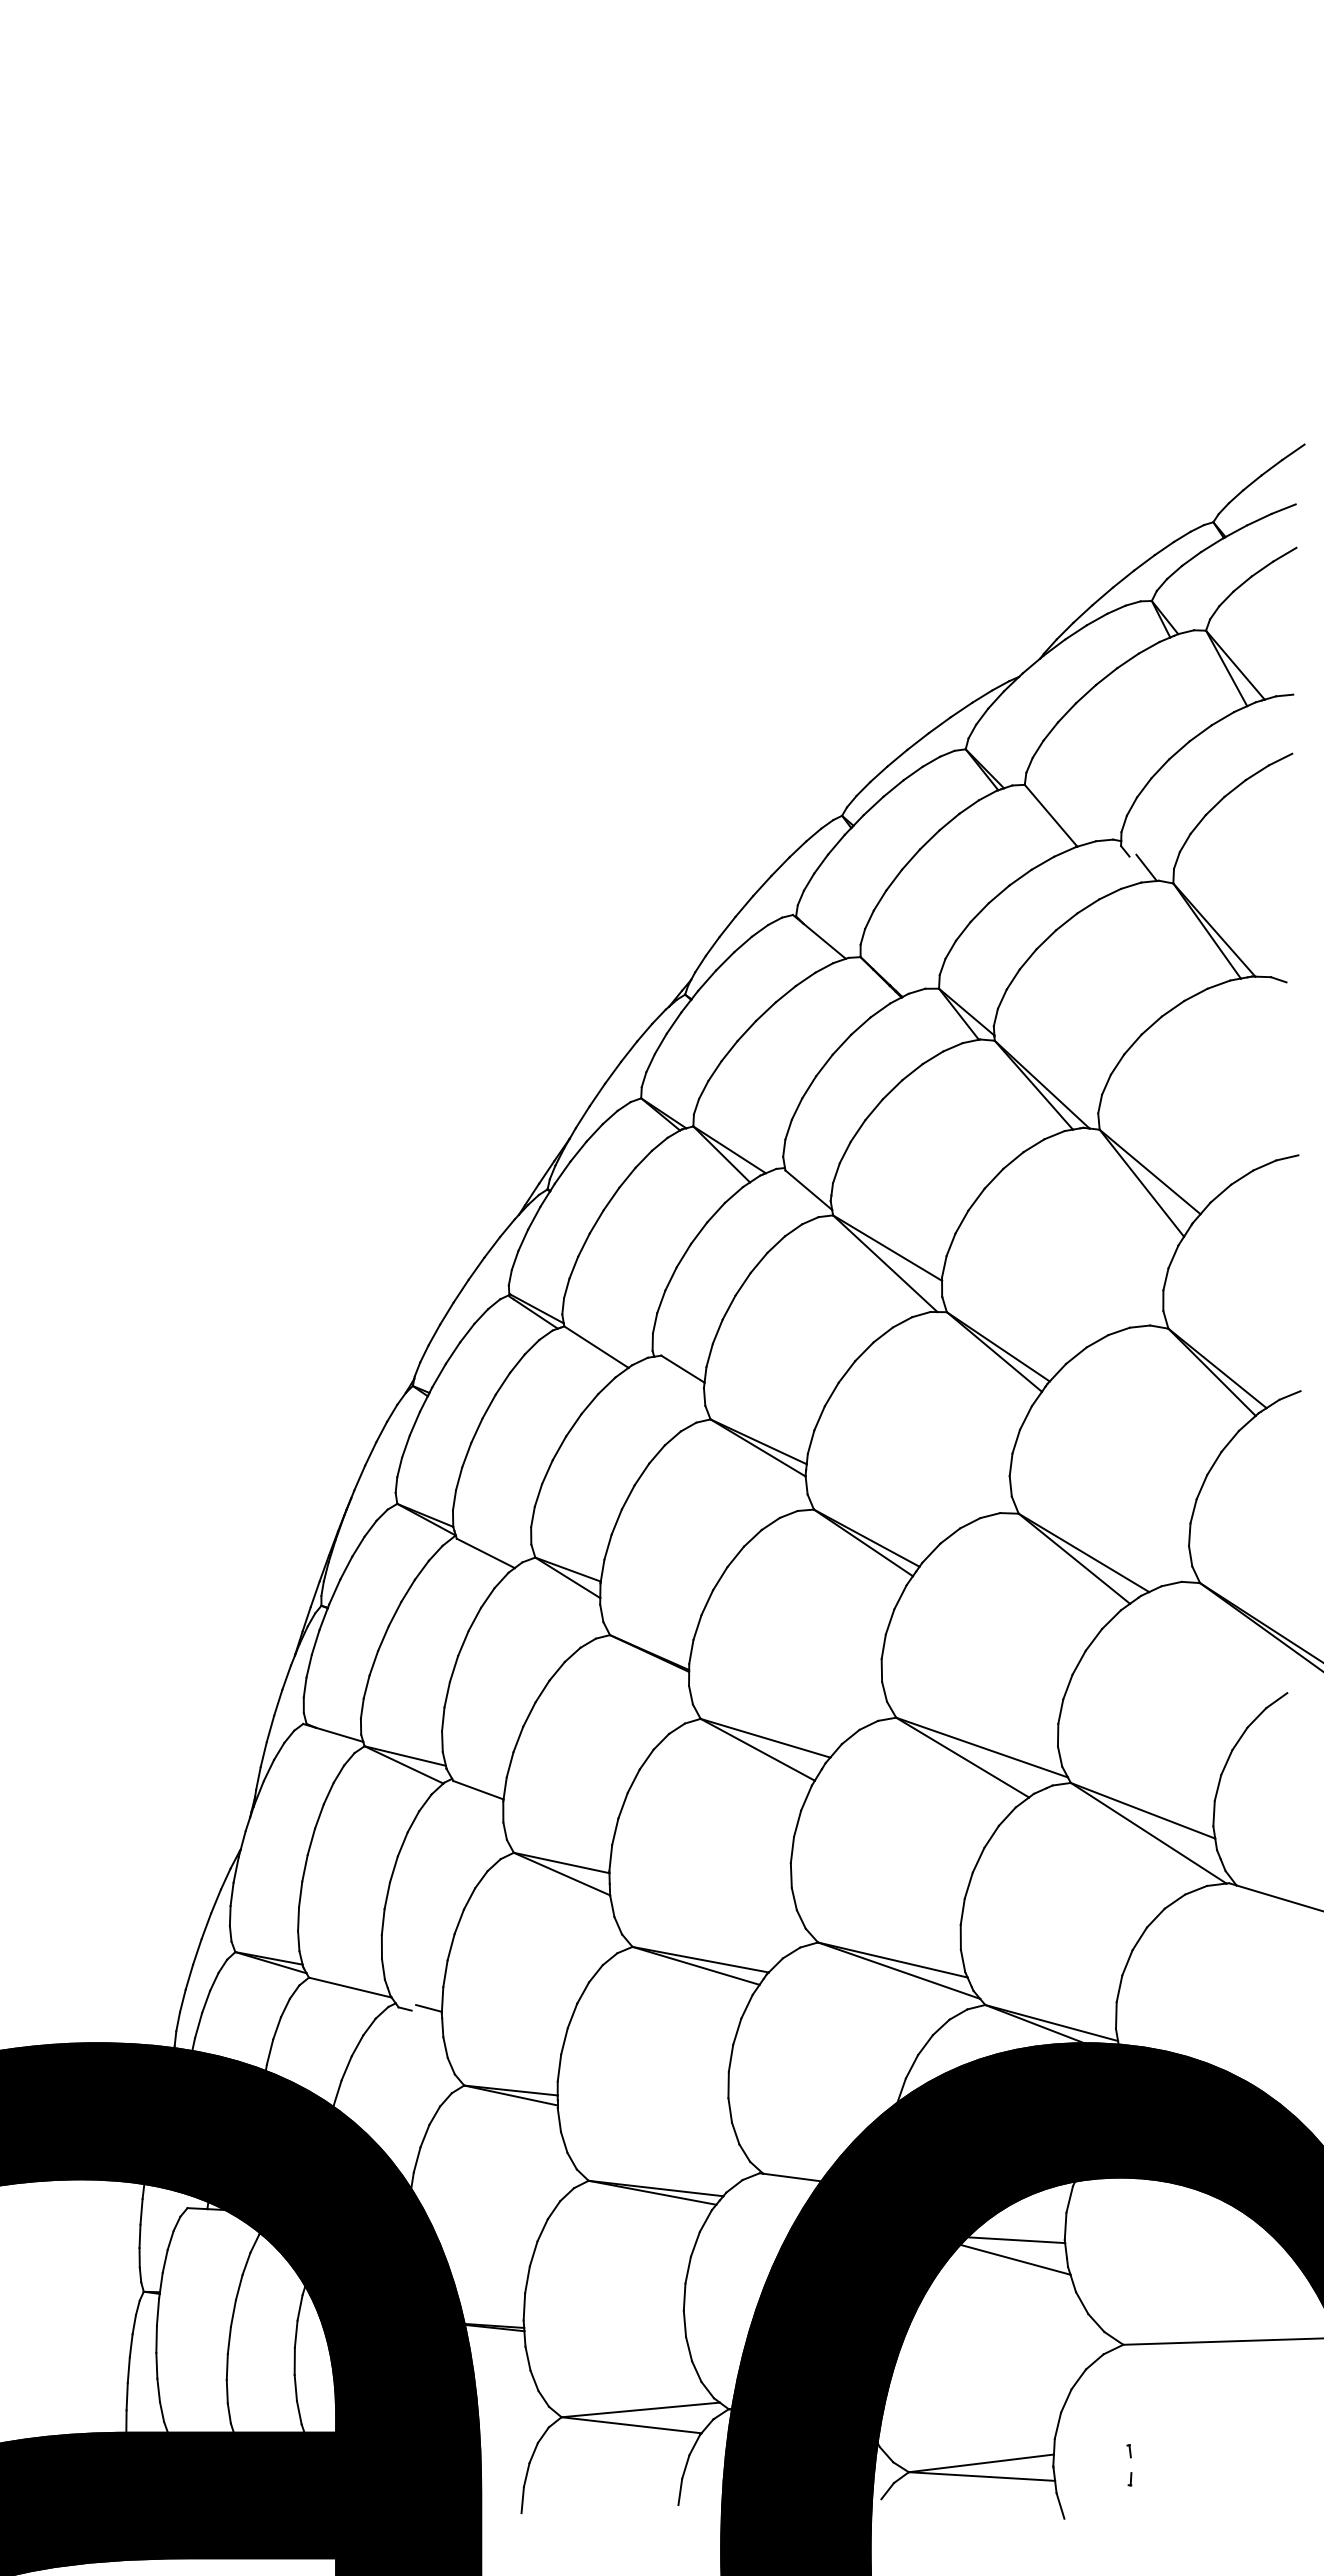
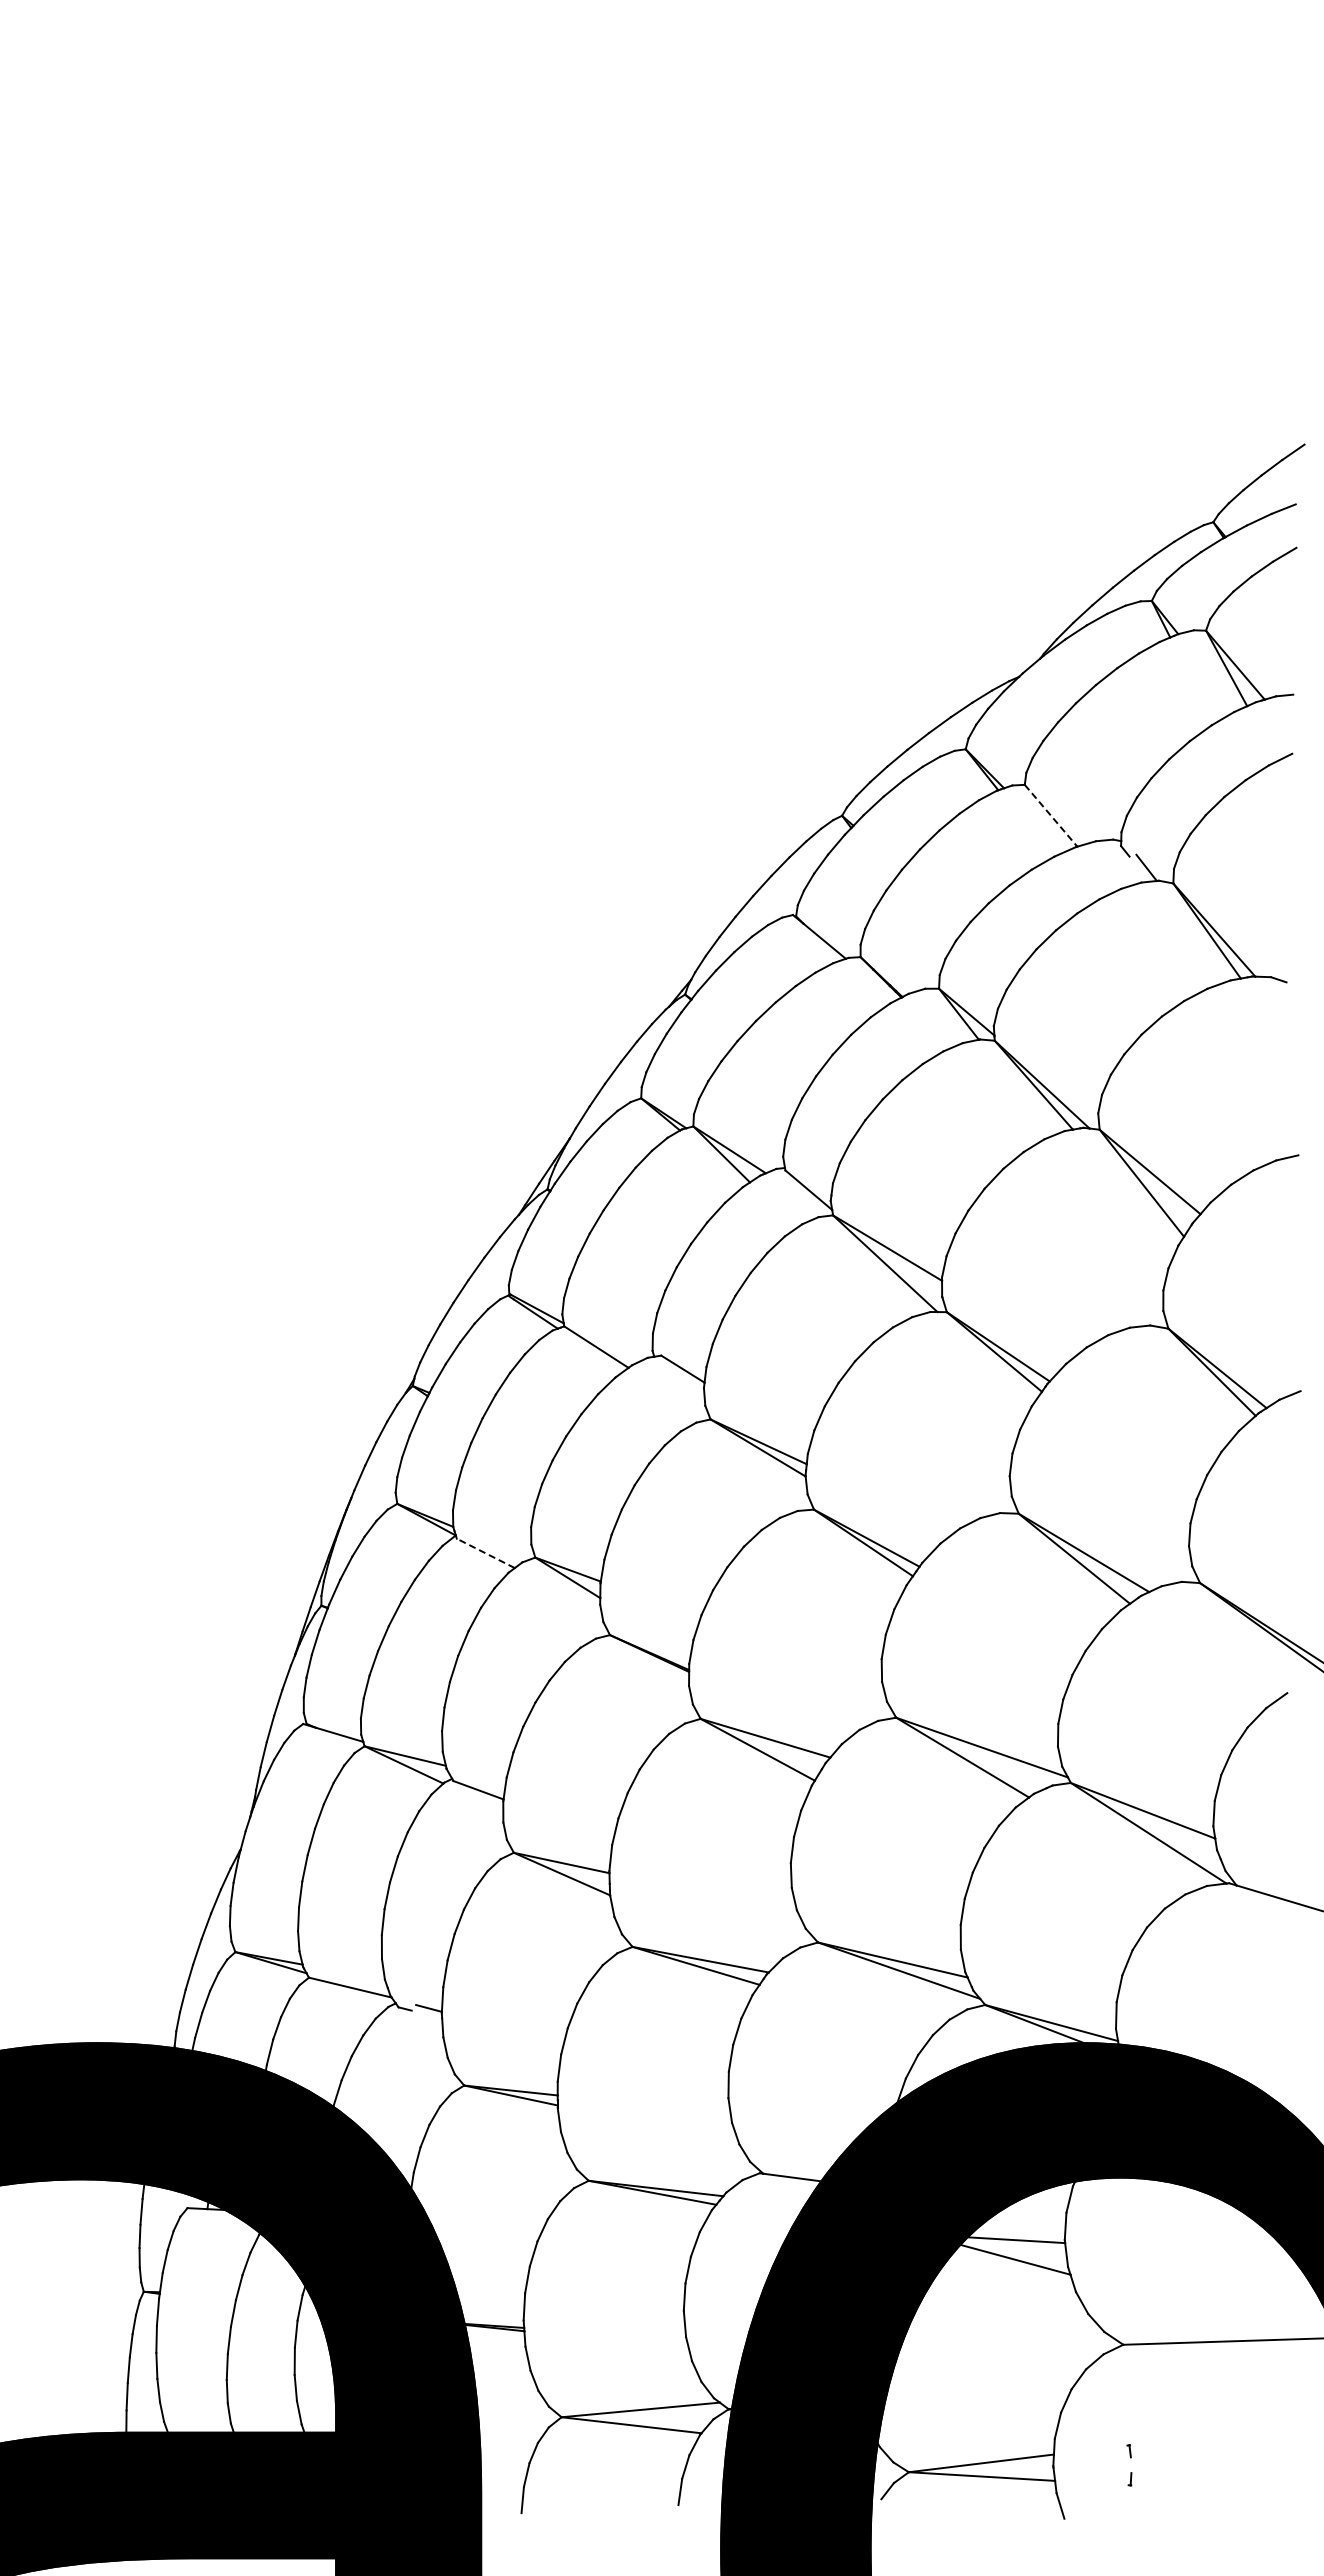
line at (1051, 815): solid -> dashed
line at (485, 1553): solid -> dashed
